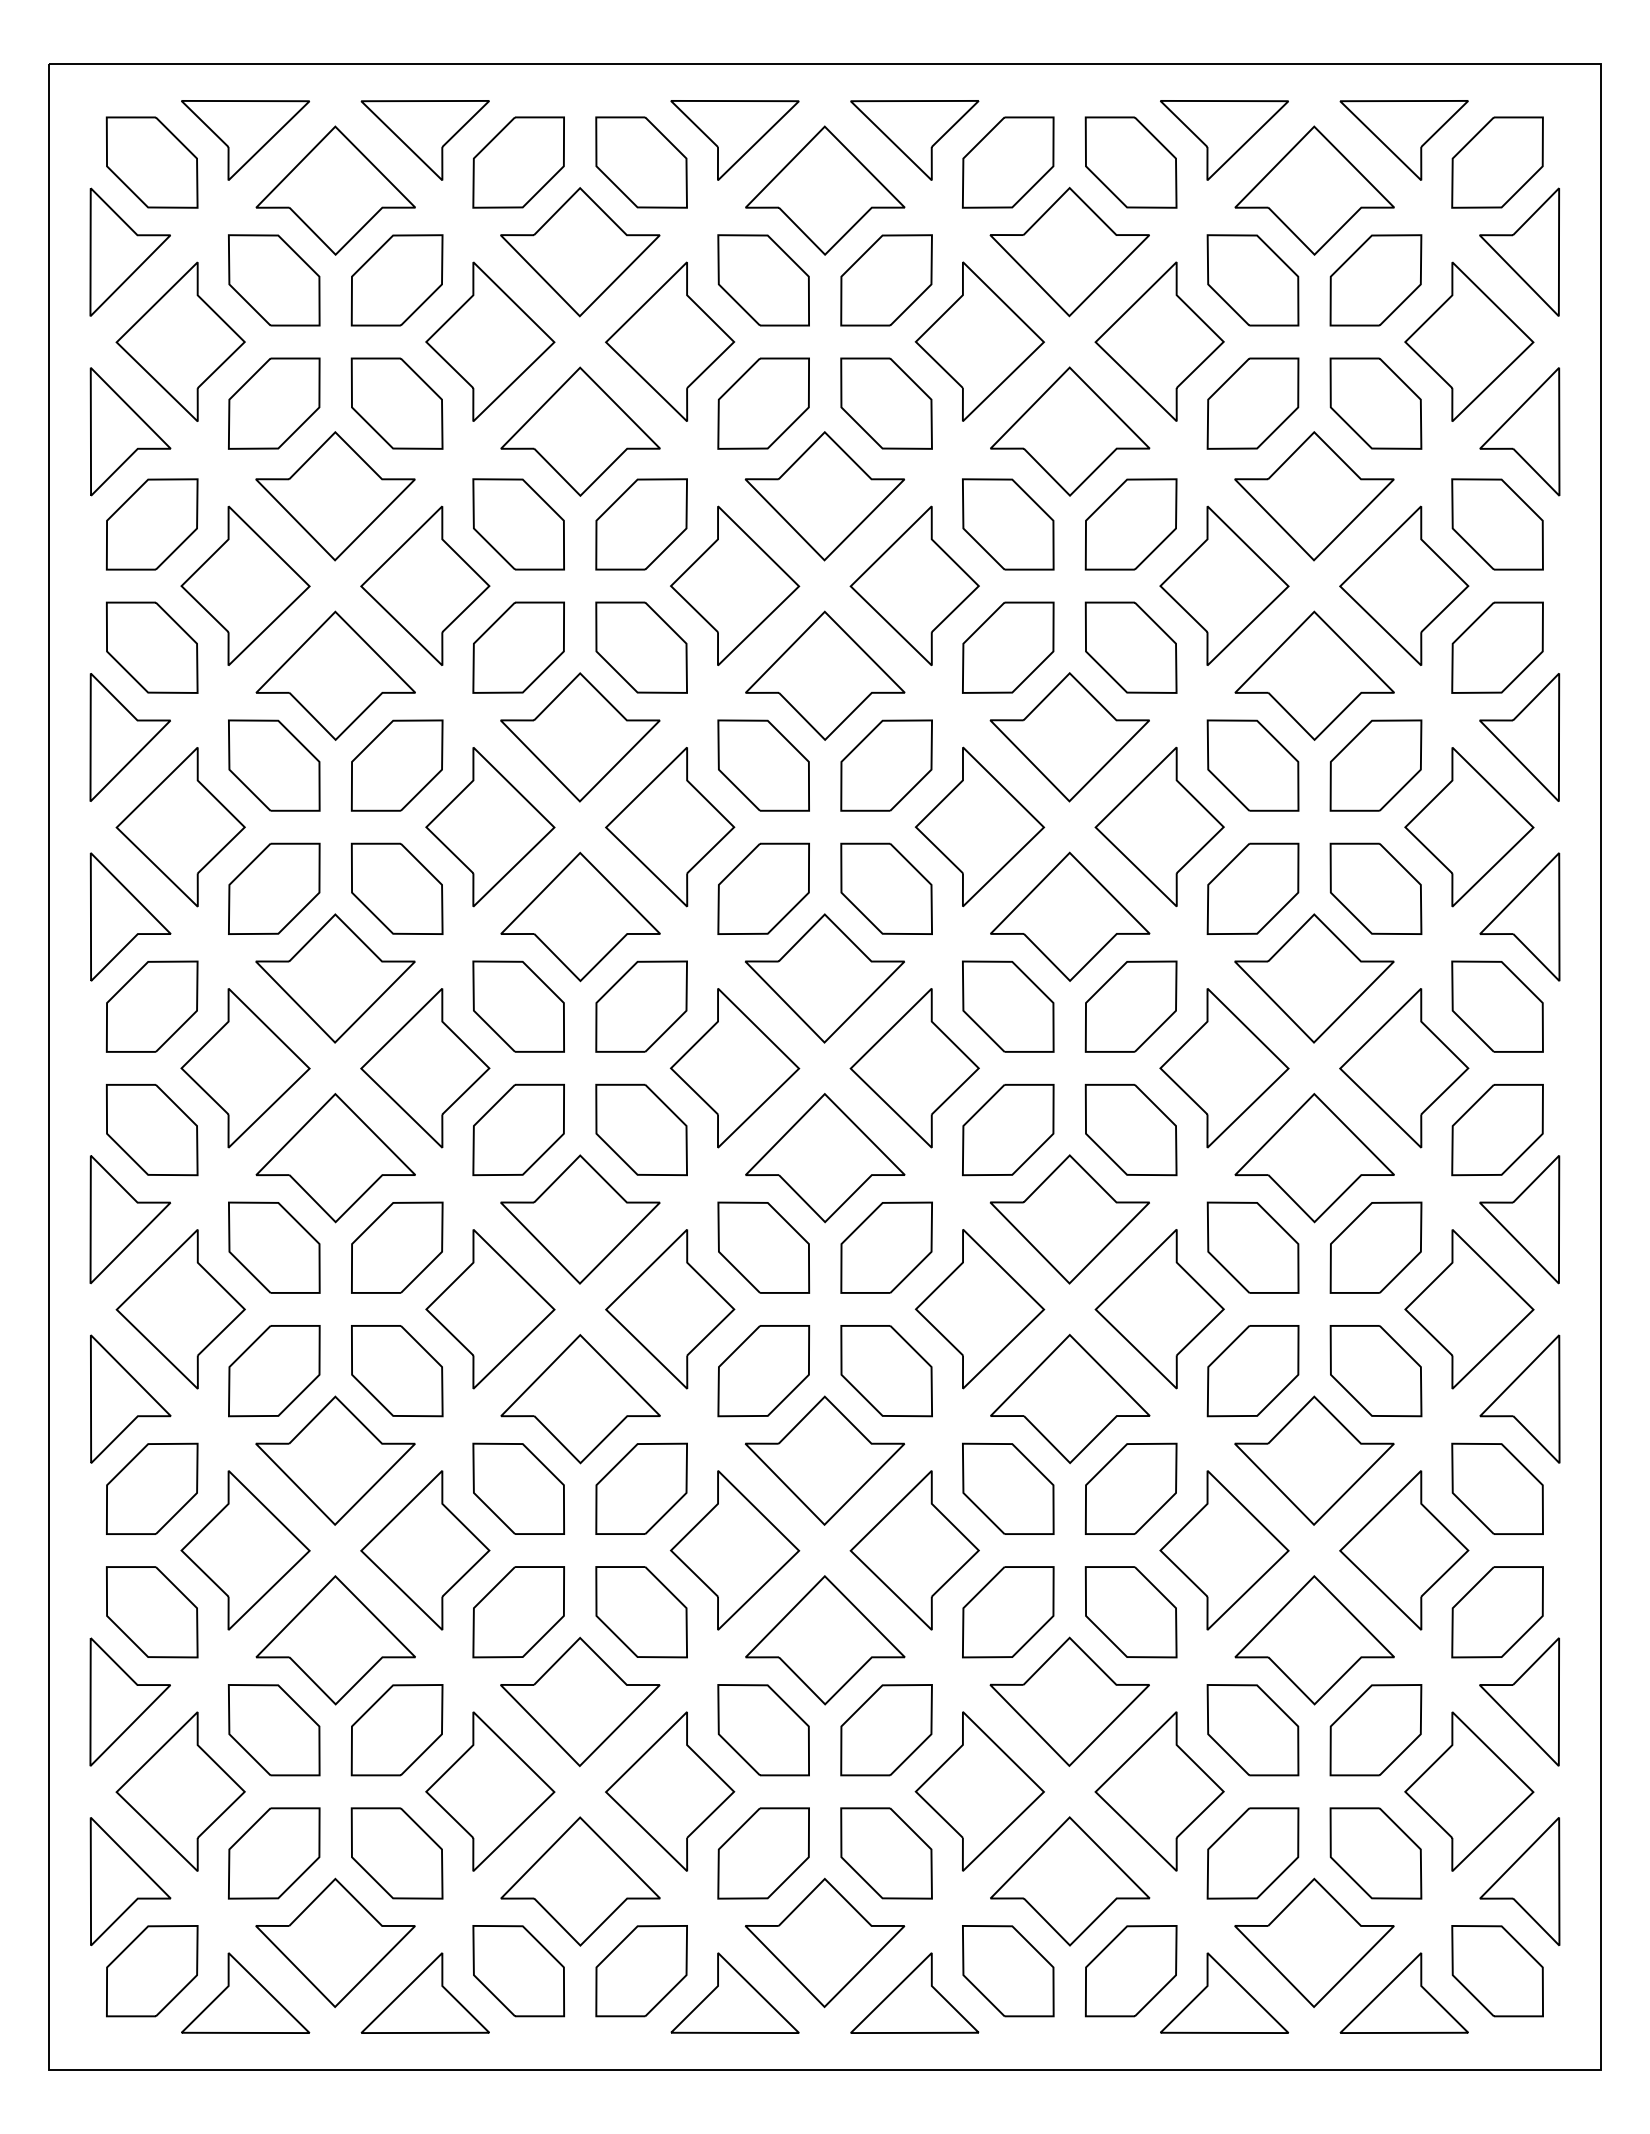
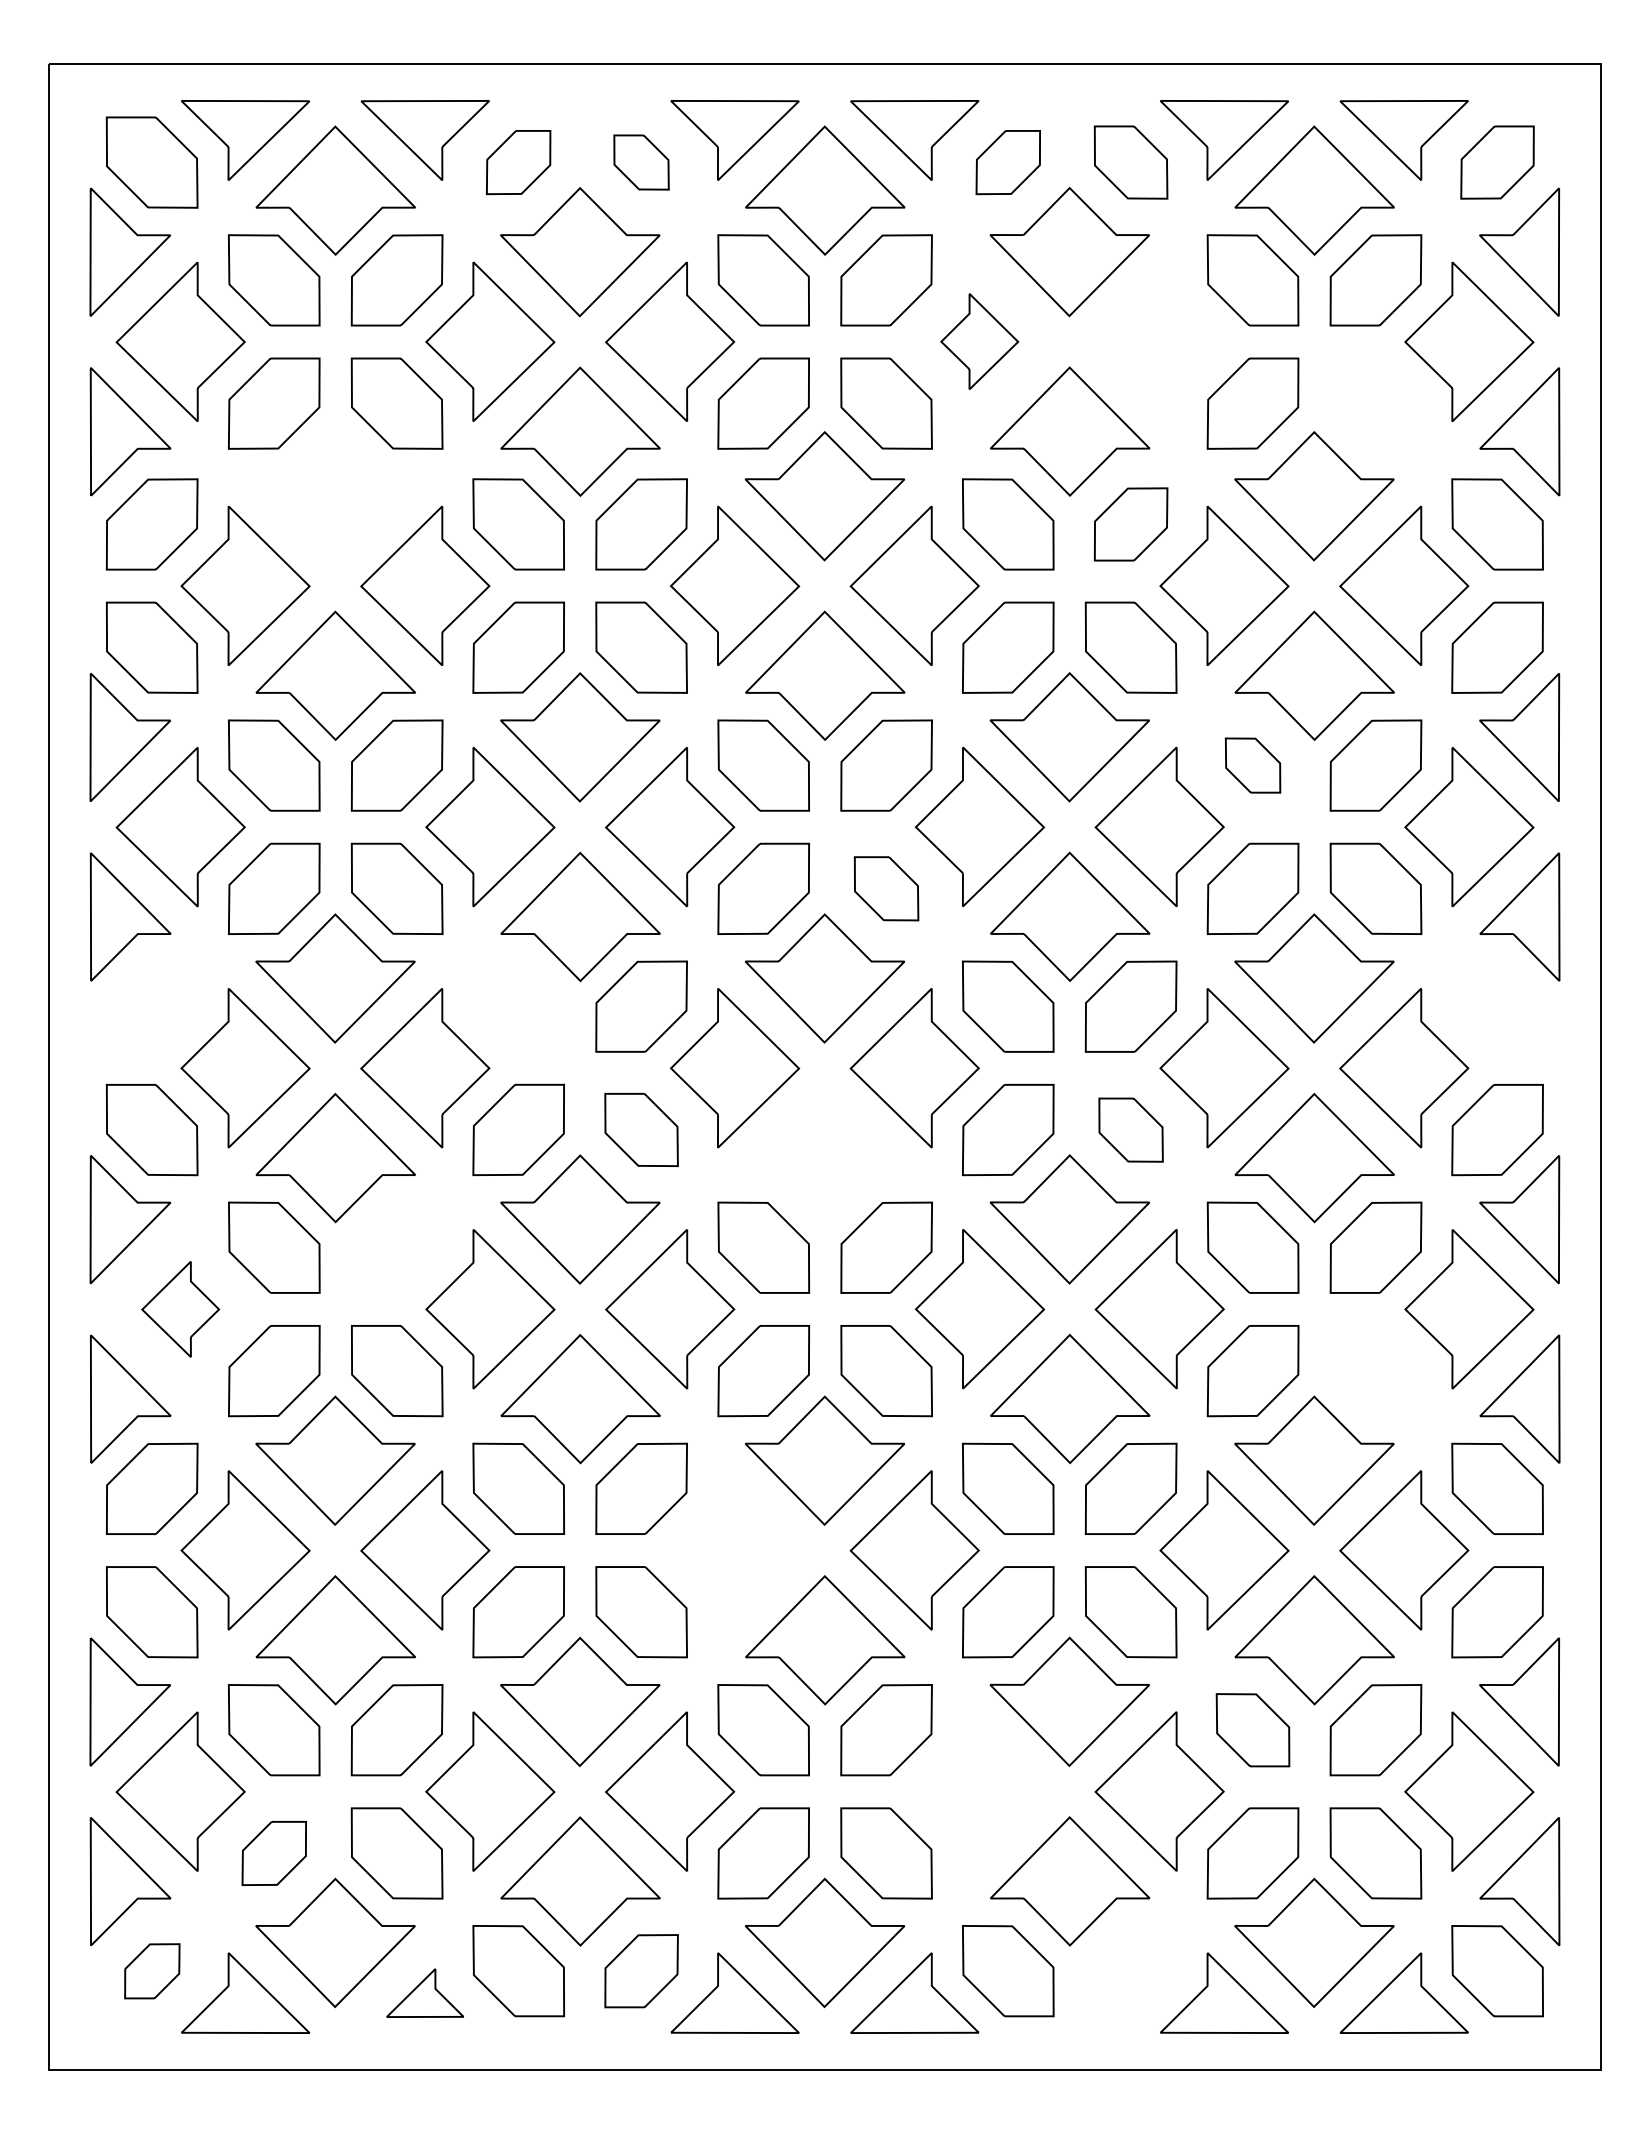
part at (518, 162) size: 93x93 px -> 66x66 px
part at (641, 162) size: 93x93 px -> 57x57 px
part at (1008, 162) size: 93x93 px -> 66x66 px
part at (1130, 162) size: 94x93 px -> 76x75 px
part at (1497, 162) size: 93x93 px -> 75x75 px
part at (979, 341) size: 131x161 px -> 80x97 px
part at (1159, 341): present -> none
part at (1375, 403): present -> none
part at (335, 496): present -> none
part at (1130, 524) size: 94x93 px -> 75x75 px
part at (1252, 765) size: 94x93 px -> 58x57 px
part at (886, 888) size: 93x93 px -> 66x66 px
part at (152, 1006): present -> none
part at (518, 1006): present -> none
part at (1497, 1006): present -> none
part at (641, 1129) size: 93x94 px -> 75x74 px
part at (1130, 1130) size: 94x93 px -> 66x66 px
part at (825, 1158): present -> none
part at (397, 1247): present -> none
part at (180, 1309) size: 131x161 px -> 80x97 px
part at (1375, 1371): present -> none
part at (735, 1550): present -> none
part at (1252, 1730) size: 94x93 px -> 76x75 px
part at (979, 1791): present -> none
part at (274, 1853) size: 93x93 px -> 66x65 px
part at (152, 1971) size: 93x93 px -> 57x57 px
part at (641, 1971) size: 93x93 px -> 75x75 px
part at (1131, 1971): present -> none
part at (424, 1992) size: 130x82 px -> 78x50 px
